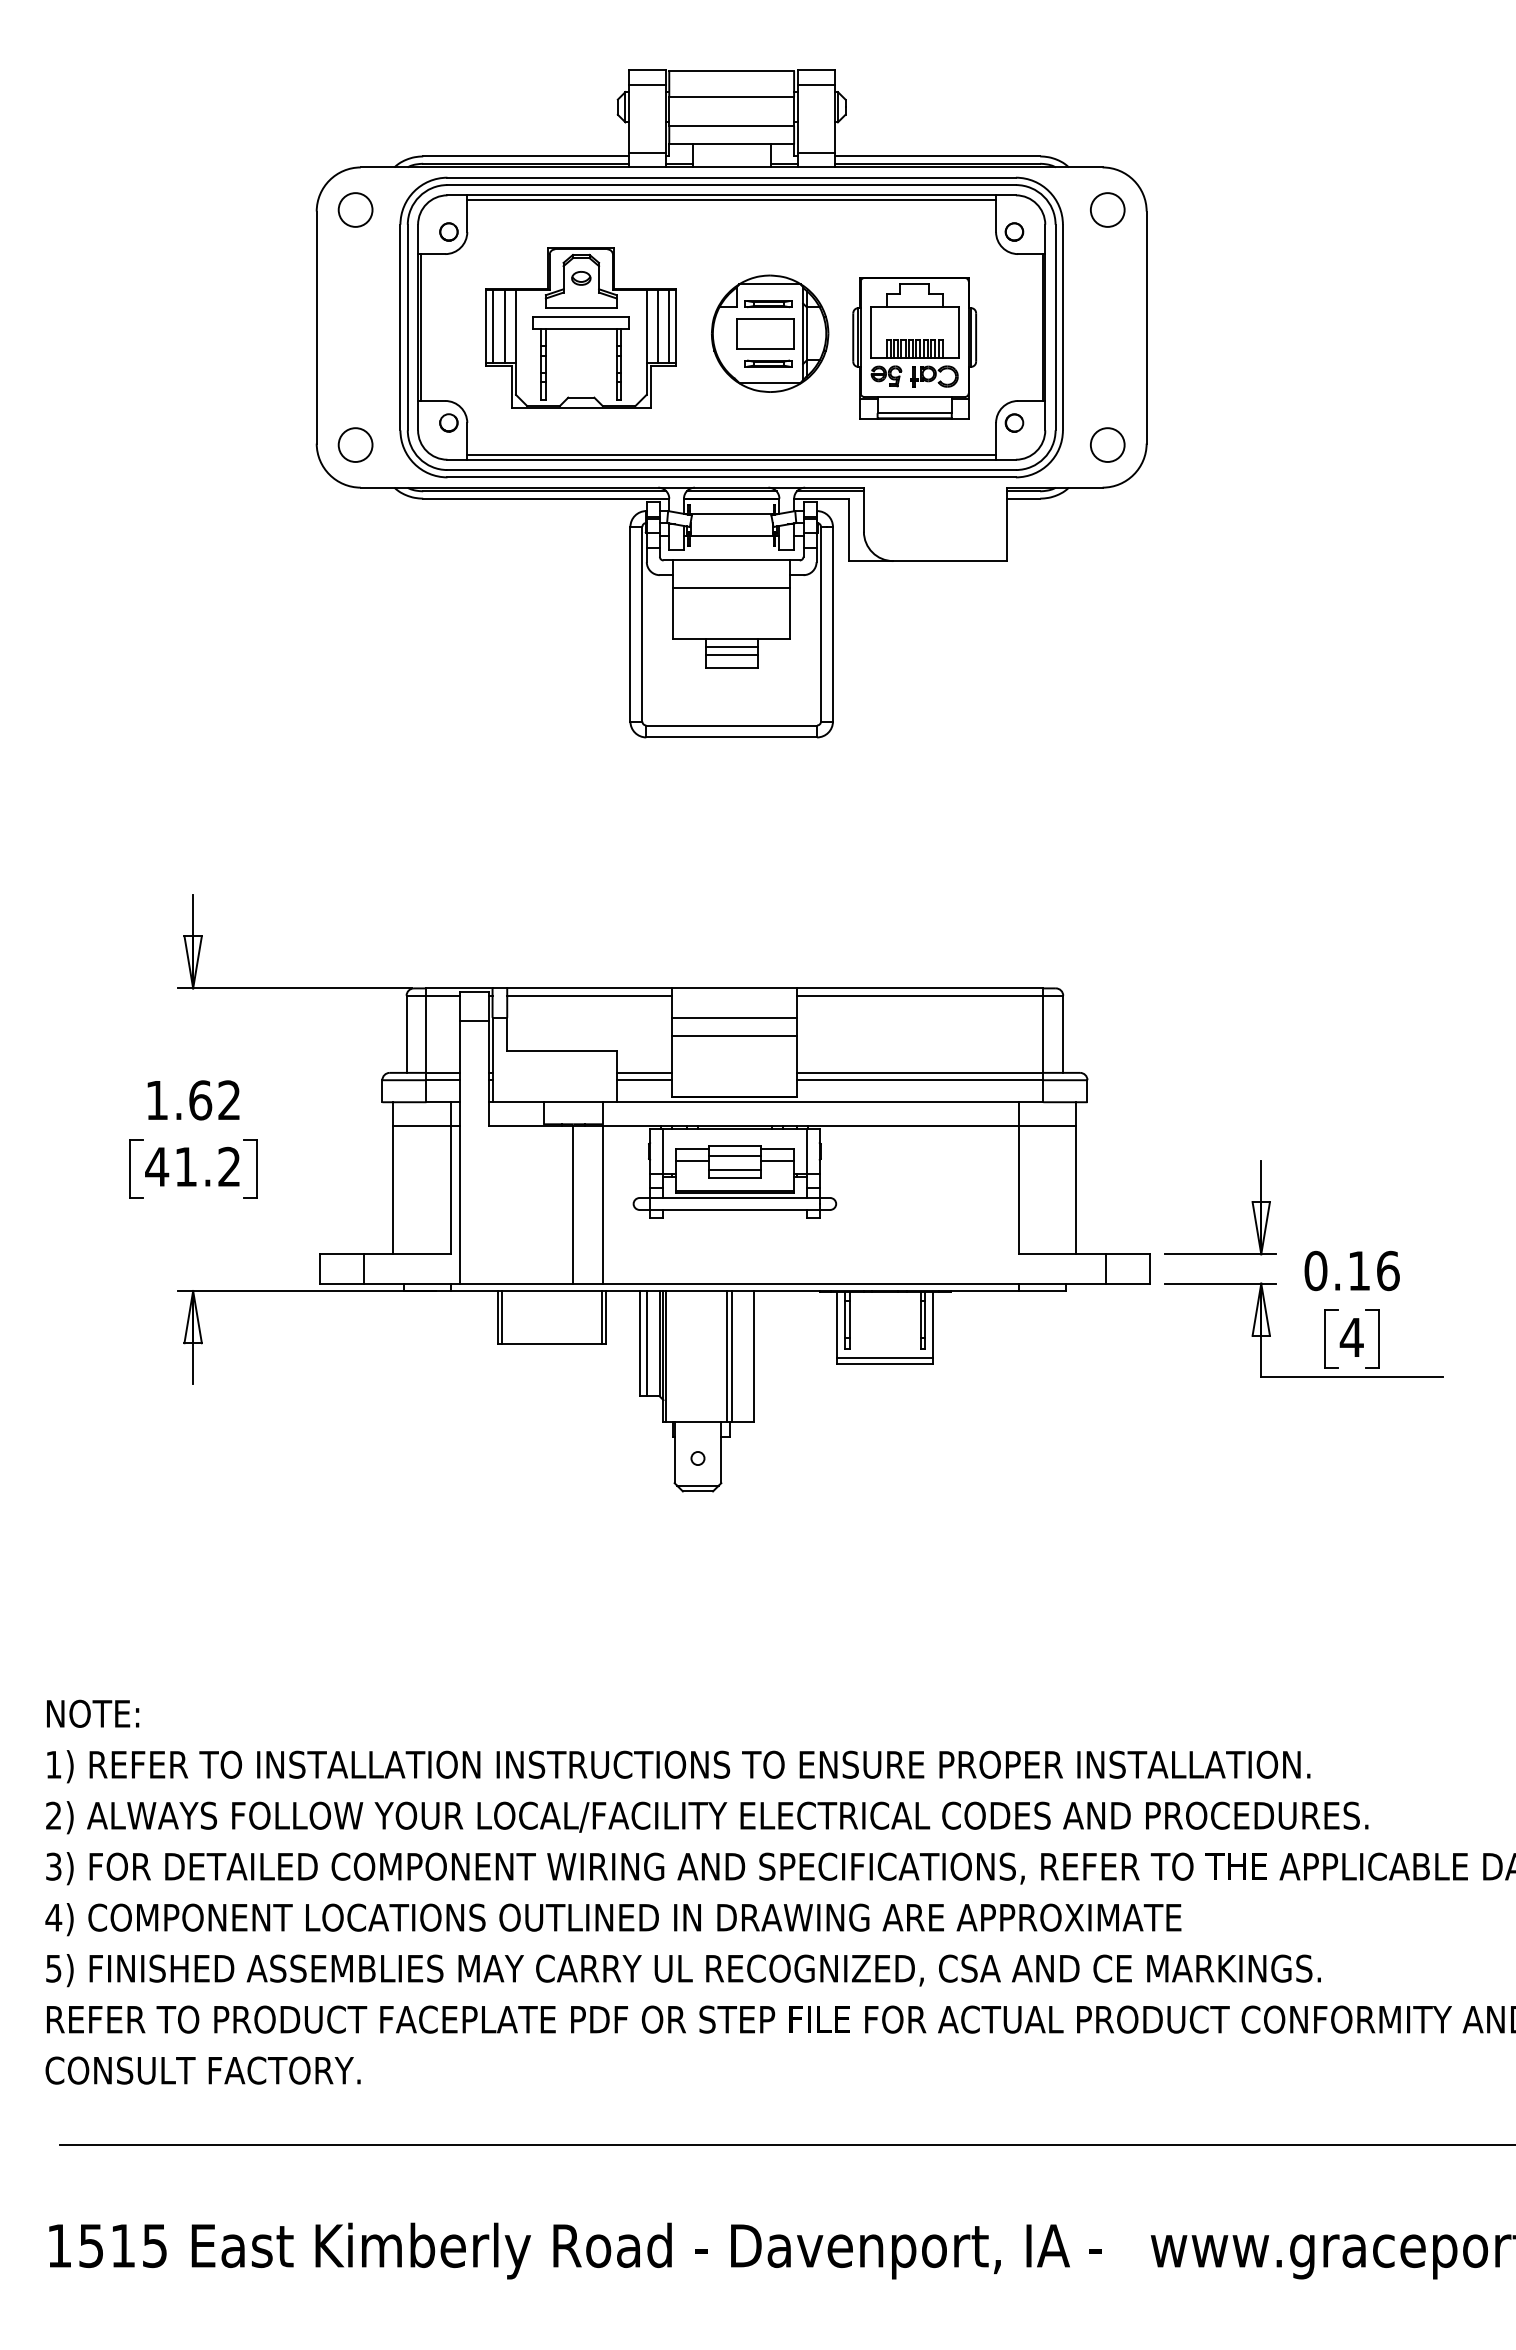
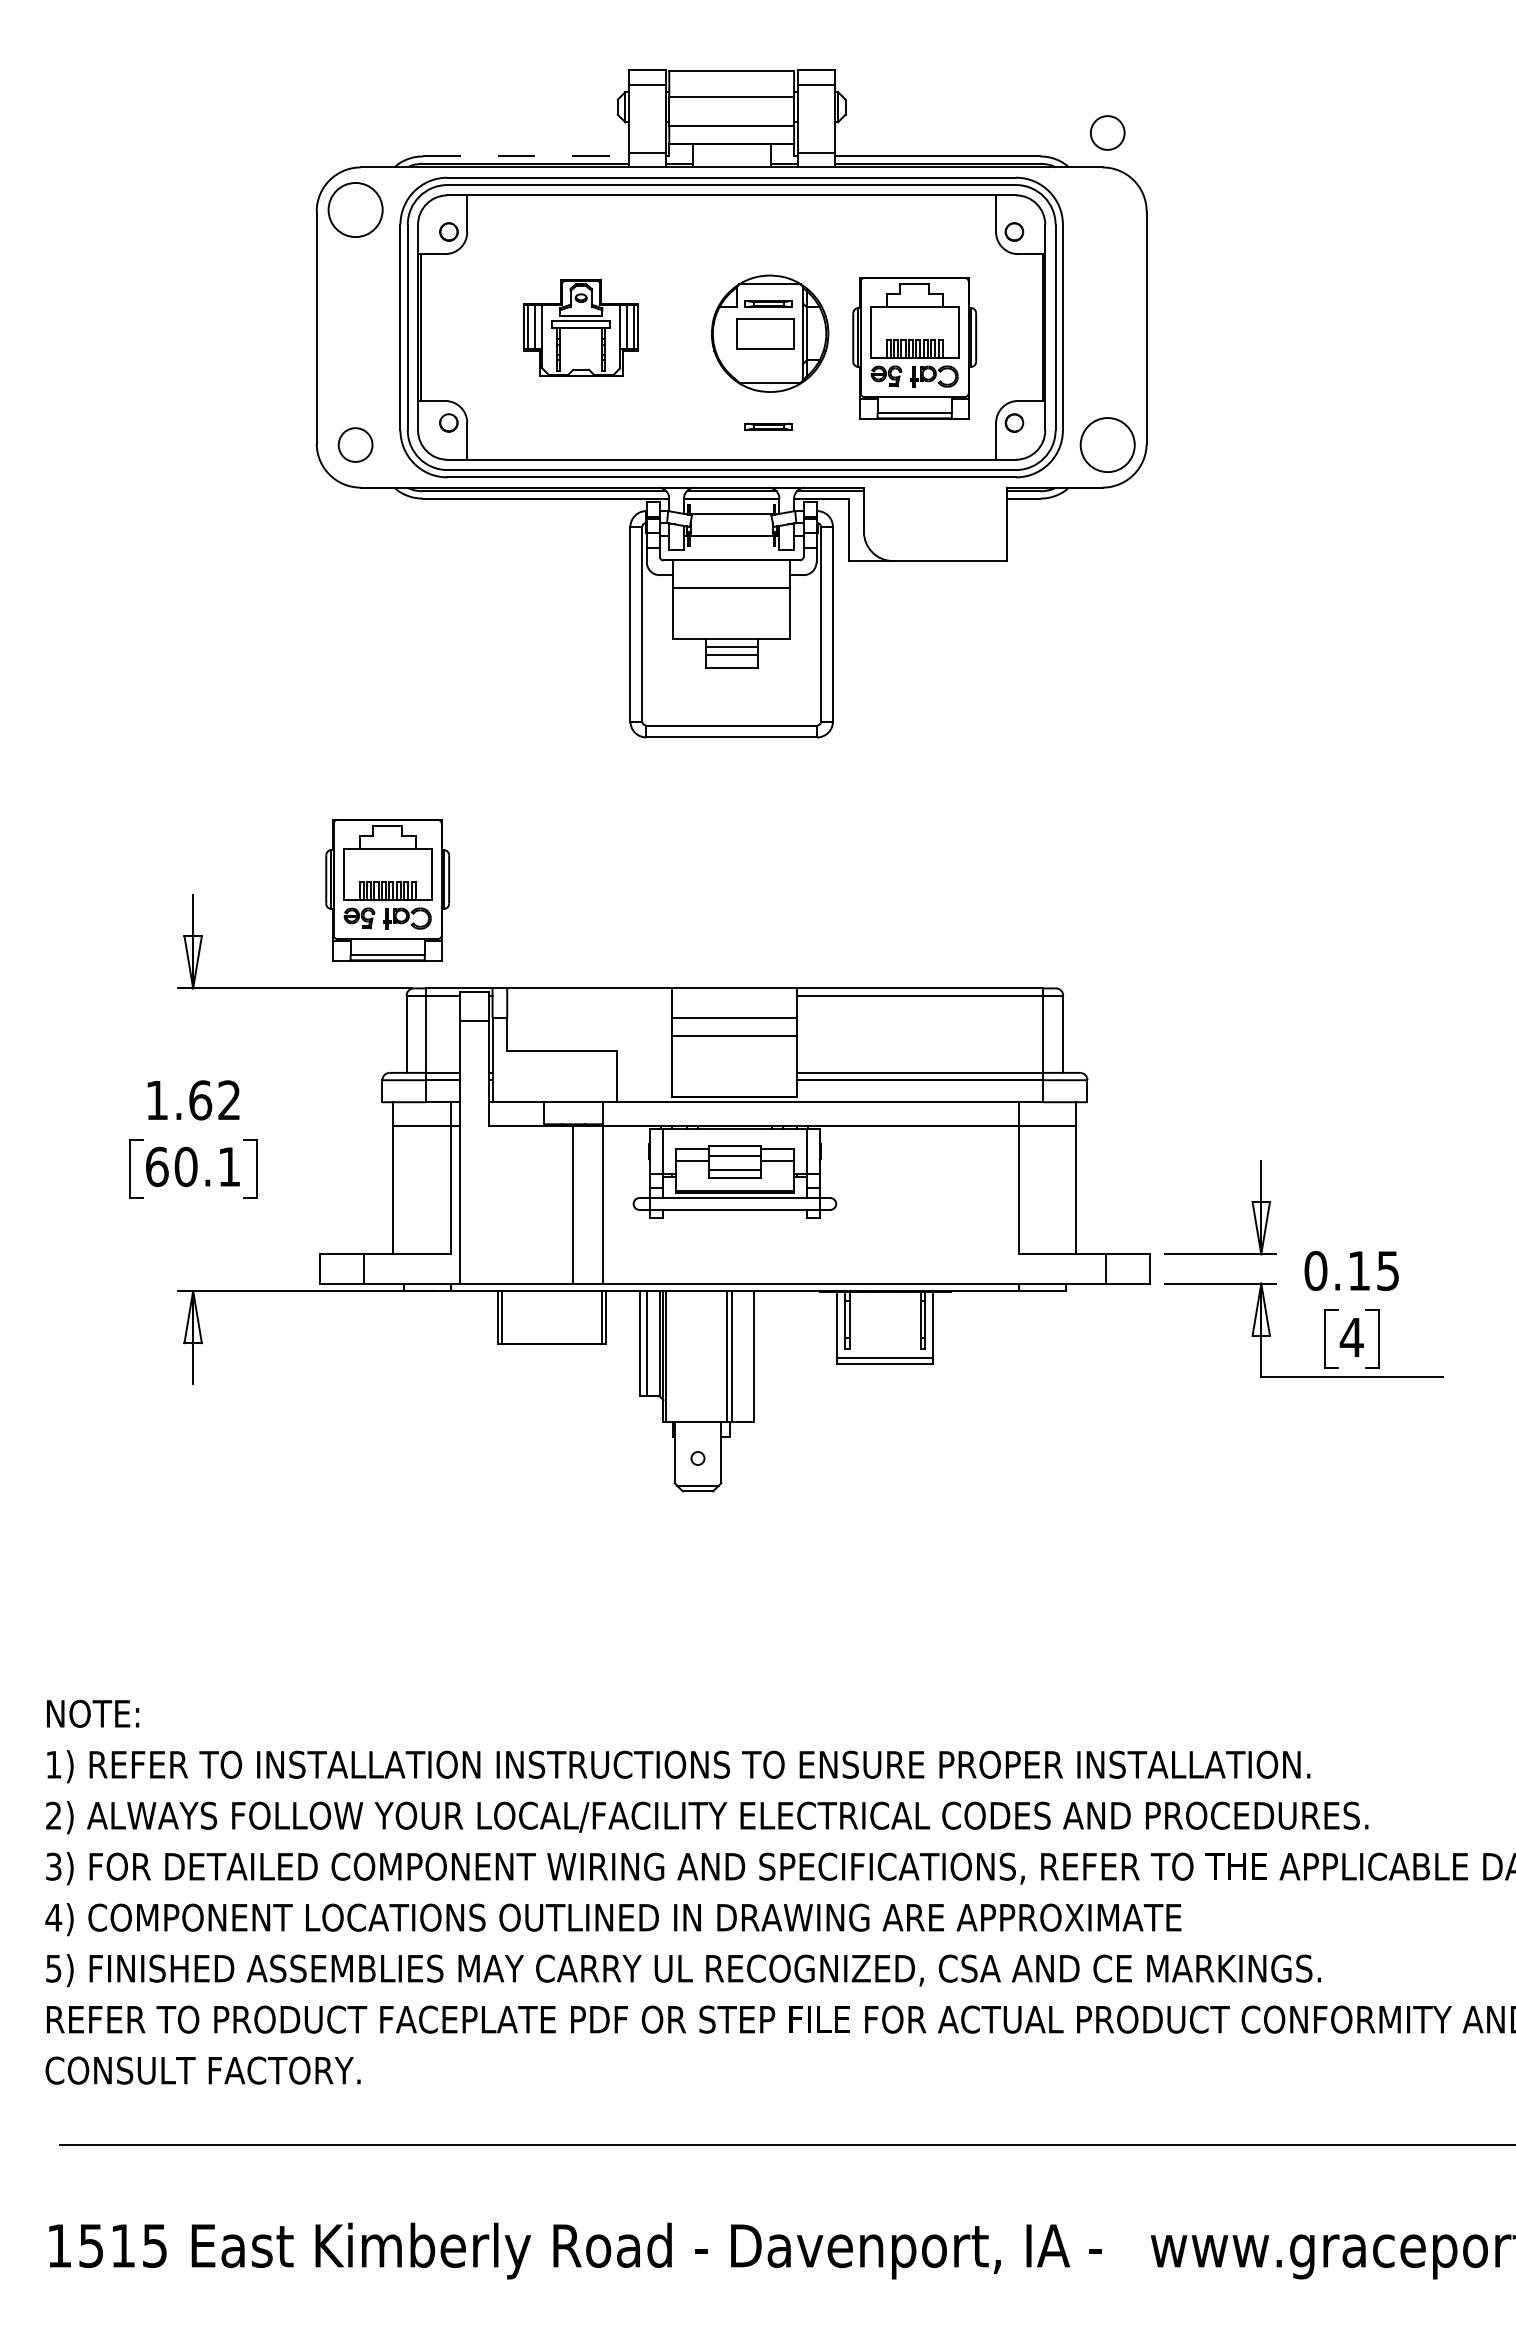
line at (526, 156): solid -> dashed
line at (731, 200): present -> none
circle at (355, 209) diameter: 34 px -> 54 px
circle at (1107, 209) position: (1107, 209) -> (1107, 132)
part at (580, 327) size: 192x162 px -> 116x98 px
part at (768, 363) position: (768, 363) -> (768, 426)
circle at (1107, 444) diameter: 34 px -> 54 px
line at (731, 454): present -> none
part at (387, 890): none -> present
line at (589, 995): present -> none
line at (644, 1072): present -> none
line at (644, 1080): present -> none
text at (192, 1166): 41.2 -> 60.1
text at (1388, 1270): 0.16 -> 0.15
